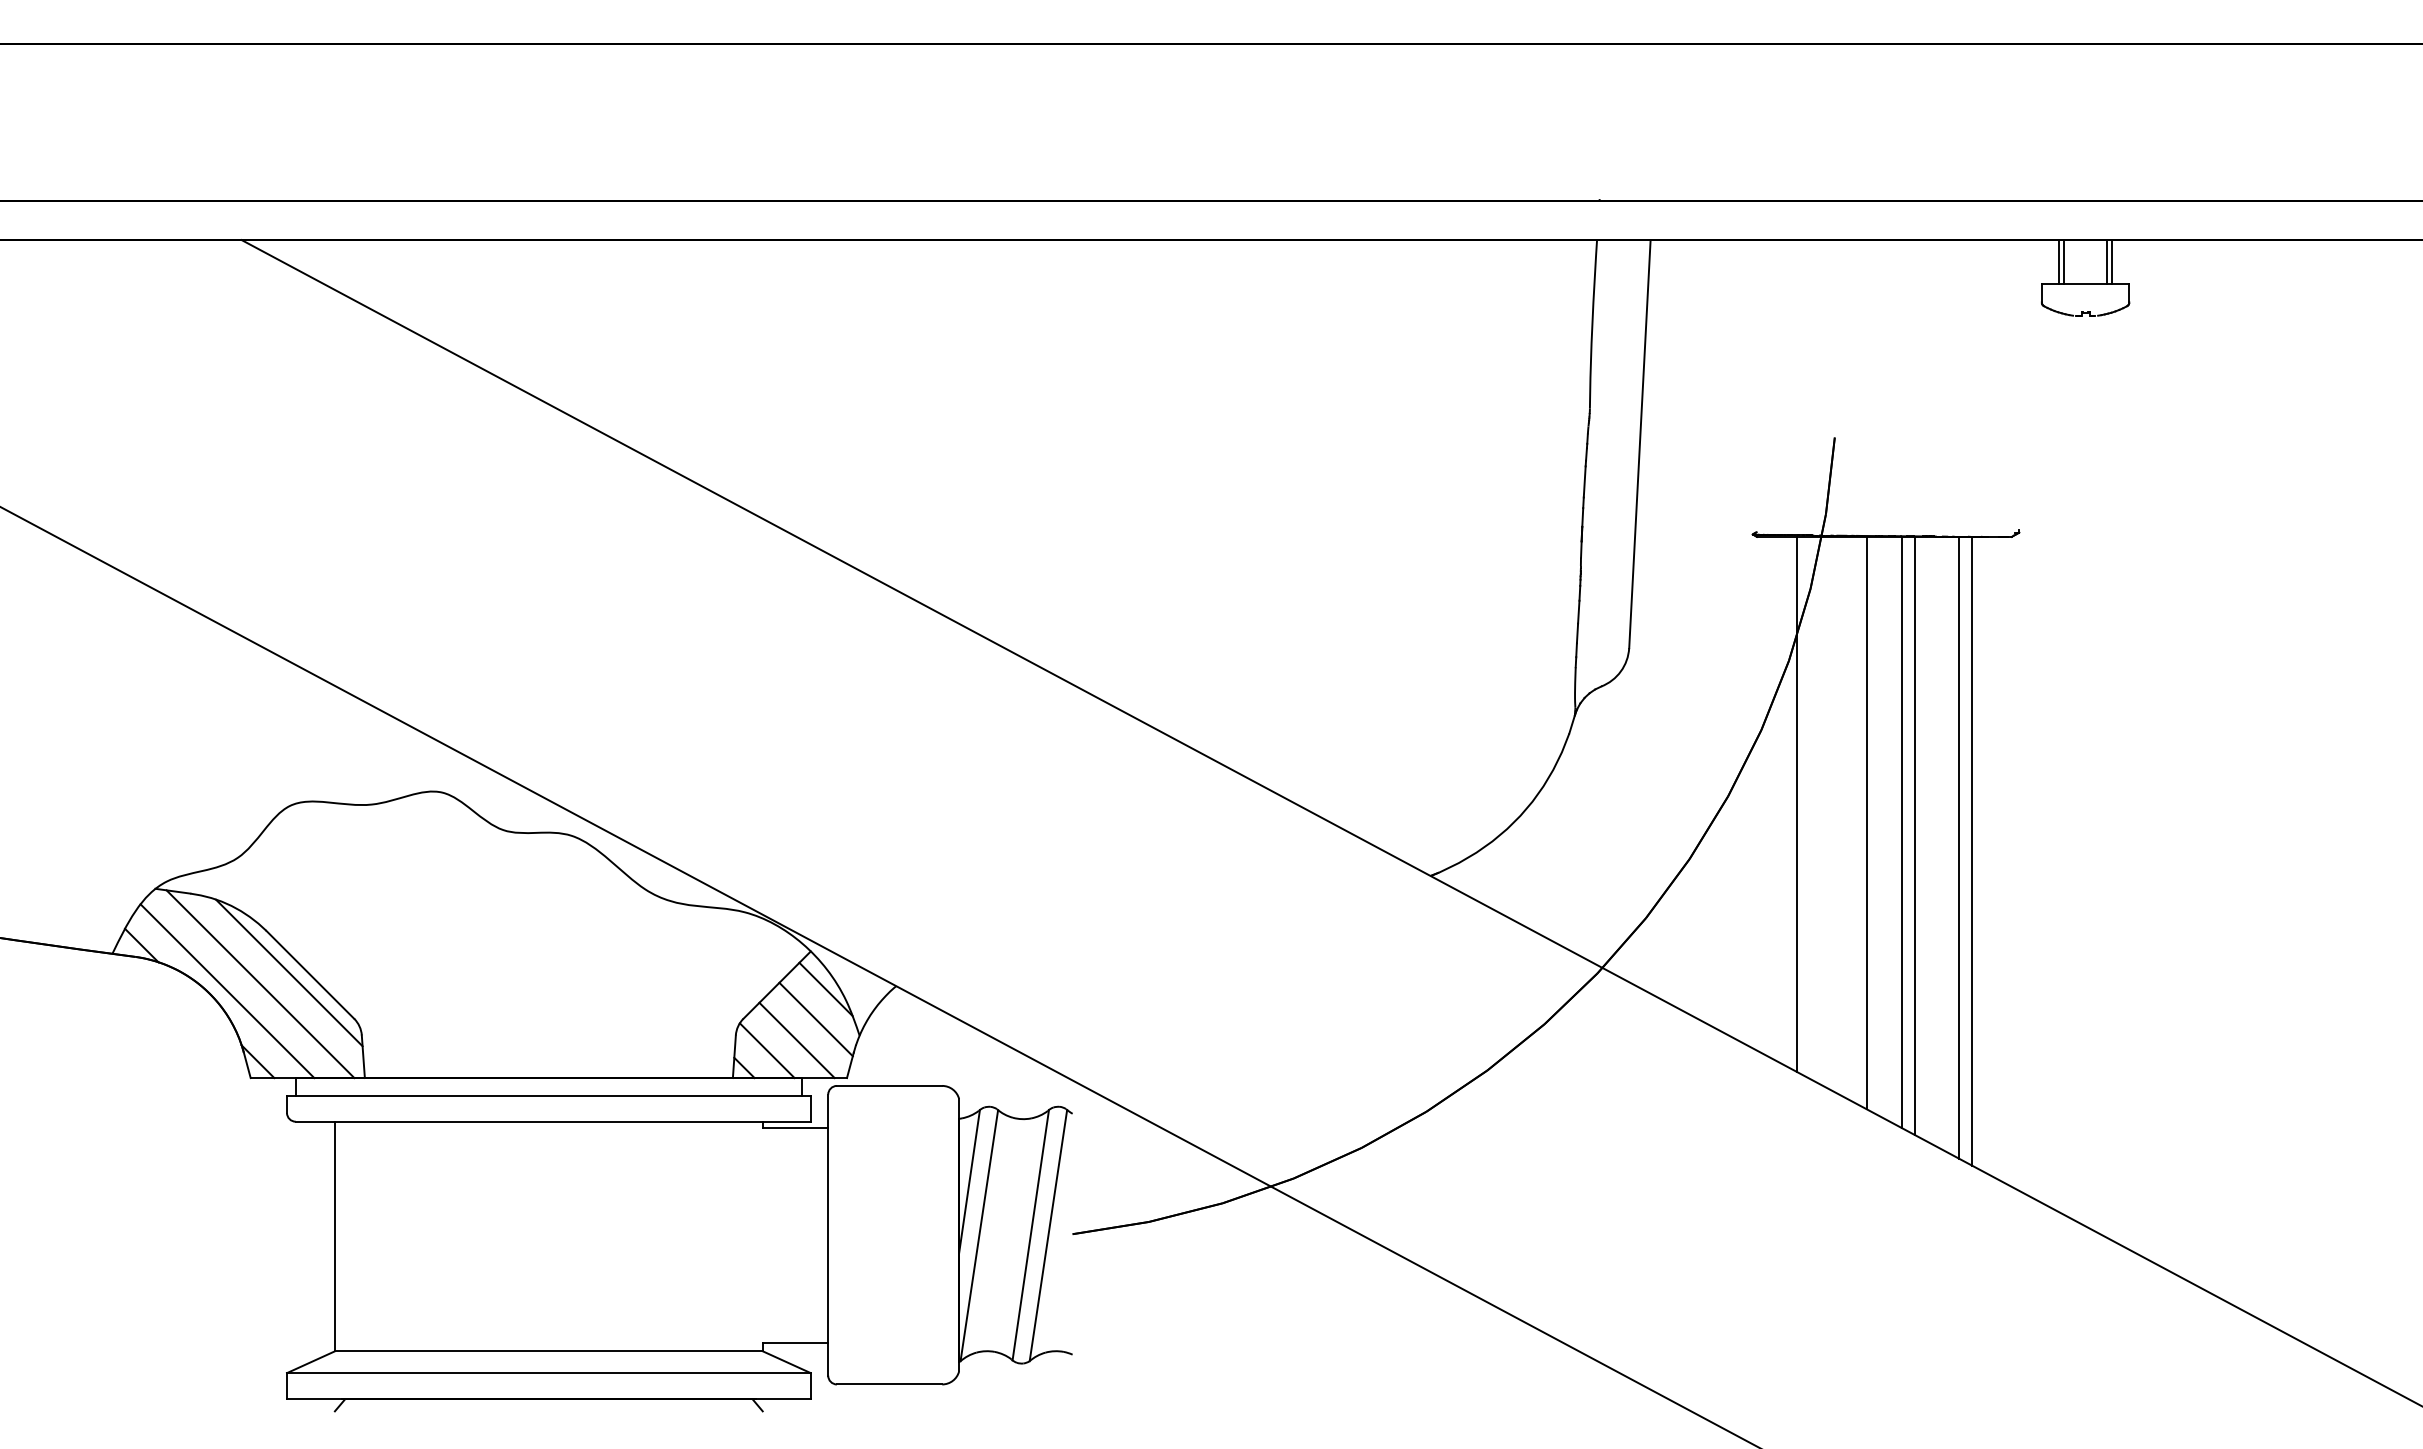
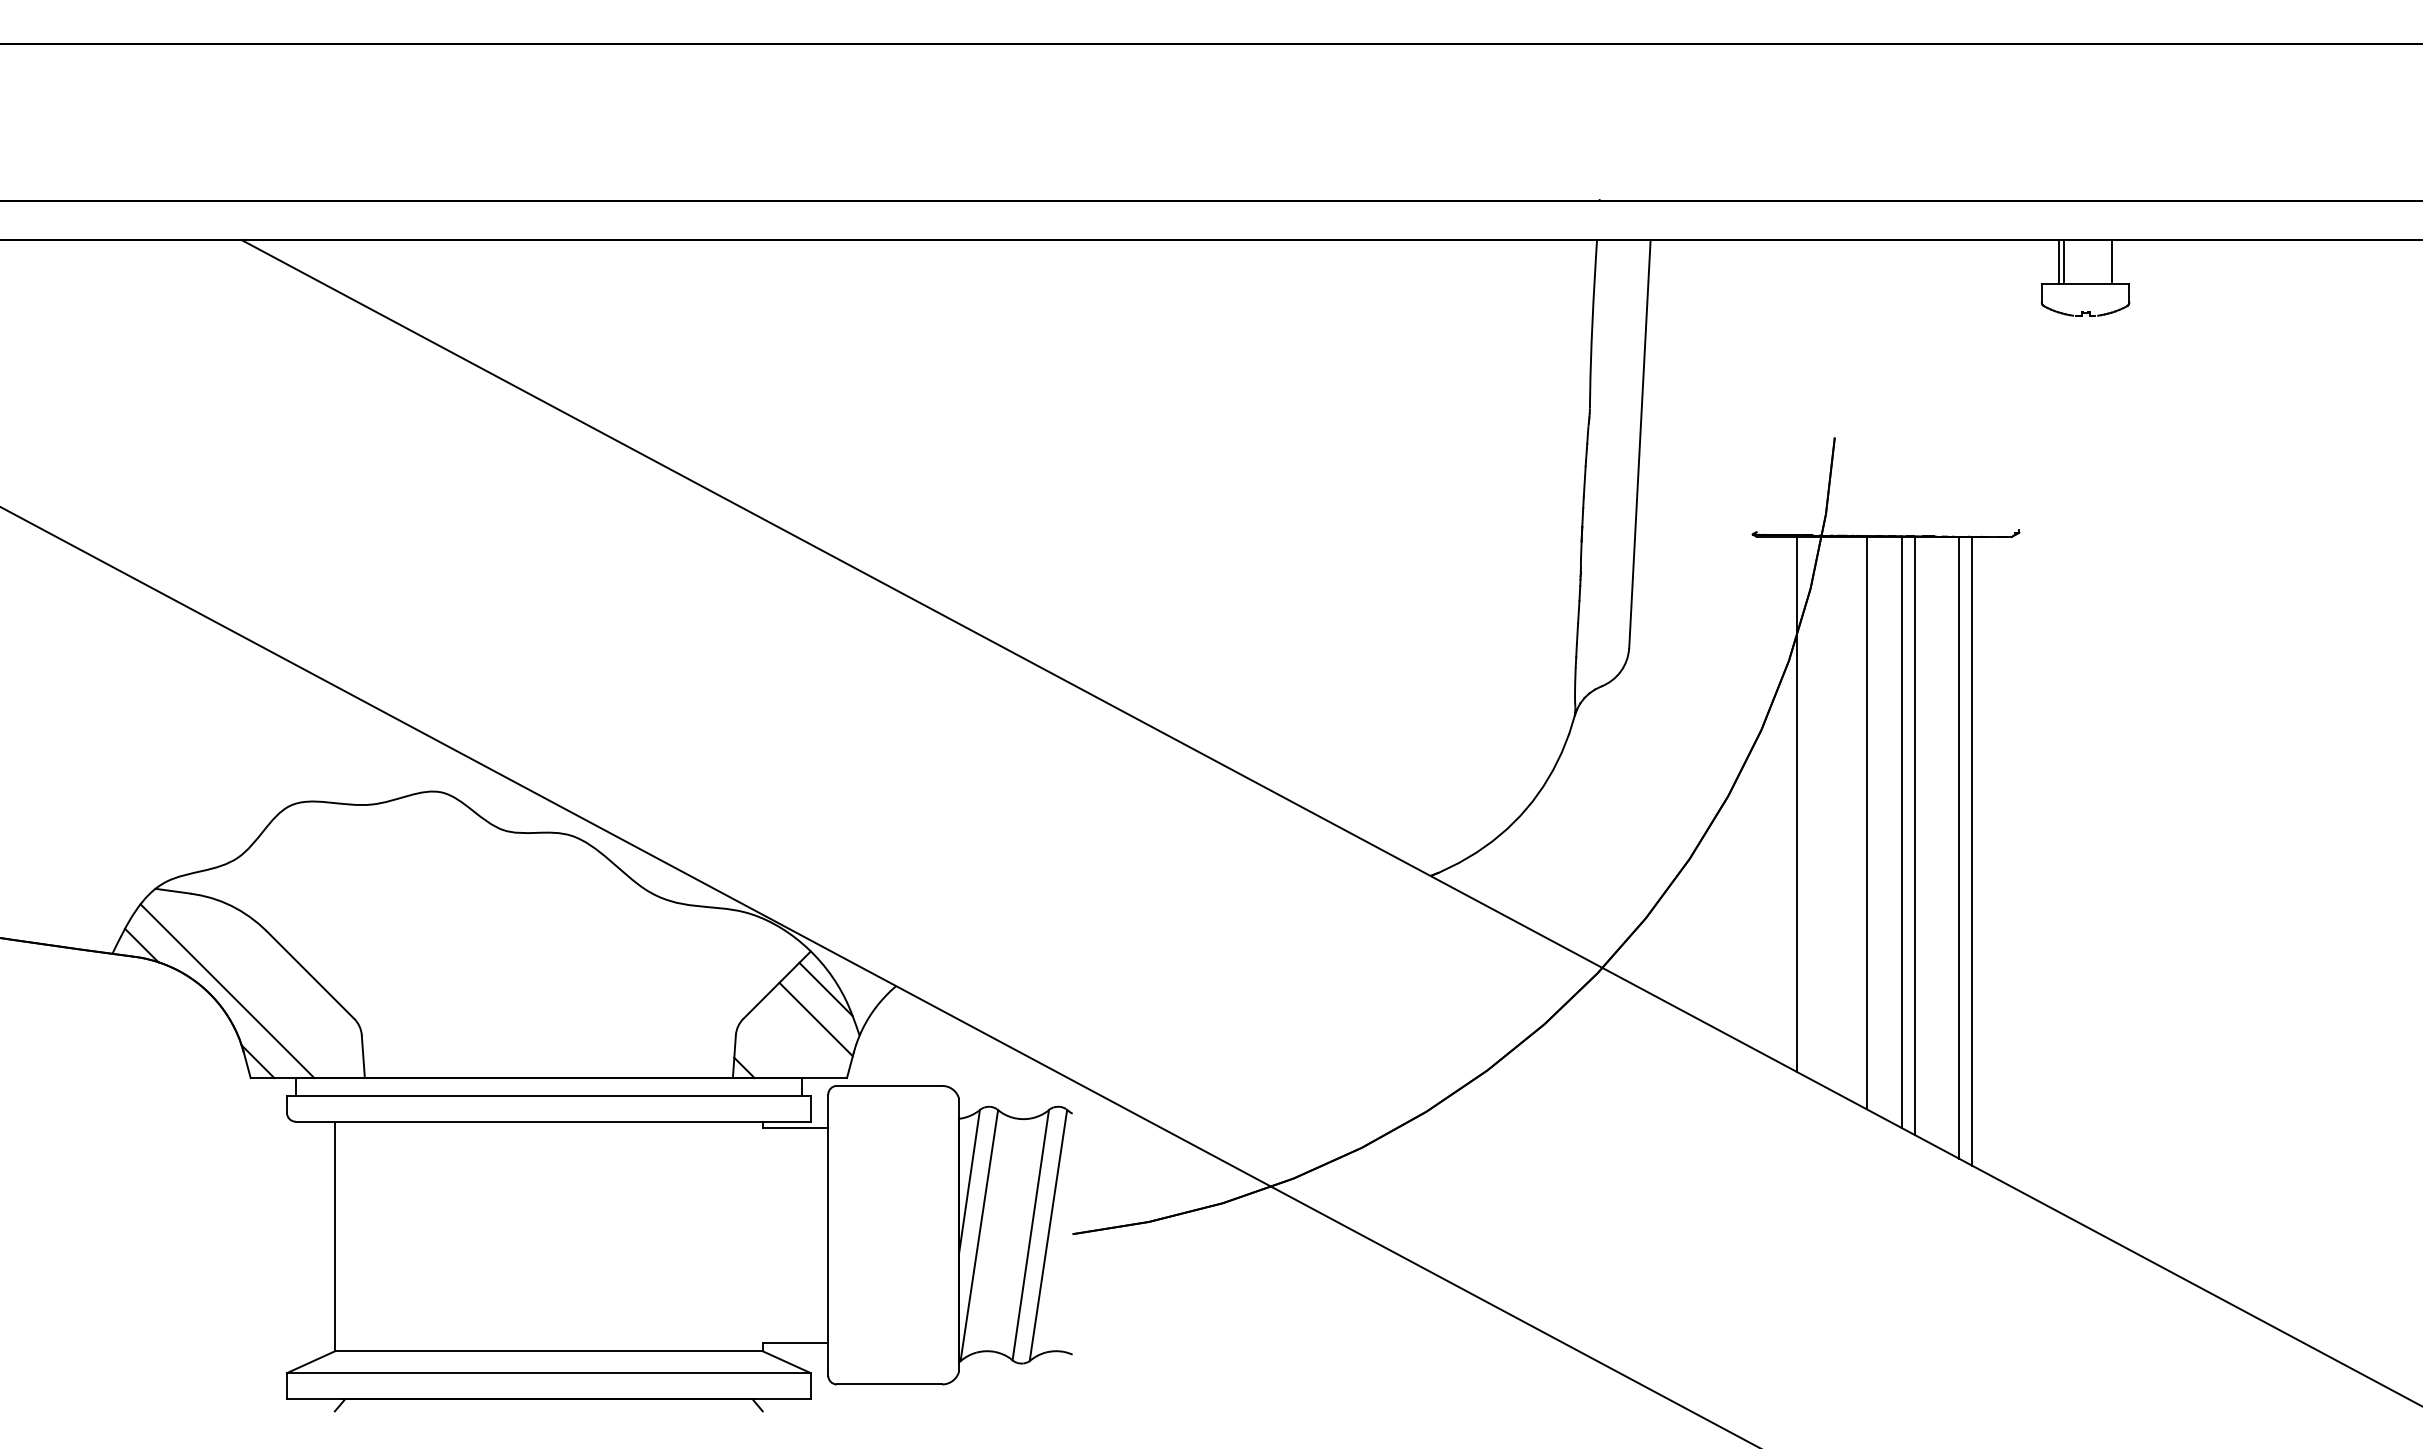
line at (2107, 262): present -> none
line at (288, 972): present -> none
line at (260, 984): present -> none
line at (796, 1040): present -> none
line at (766, 1050): present -> none
